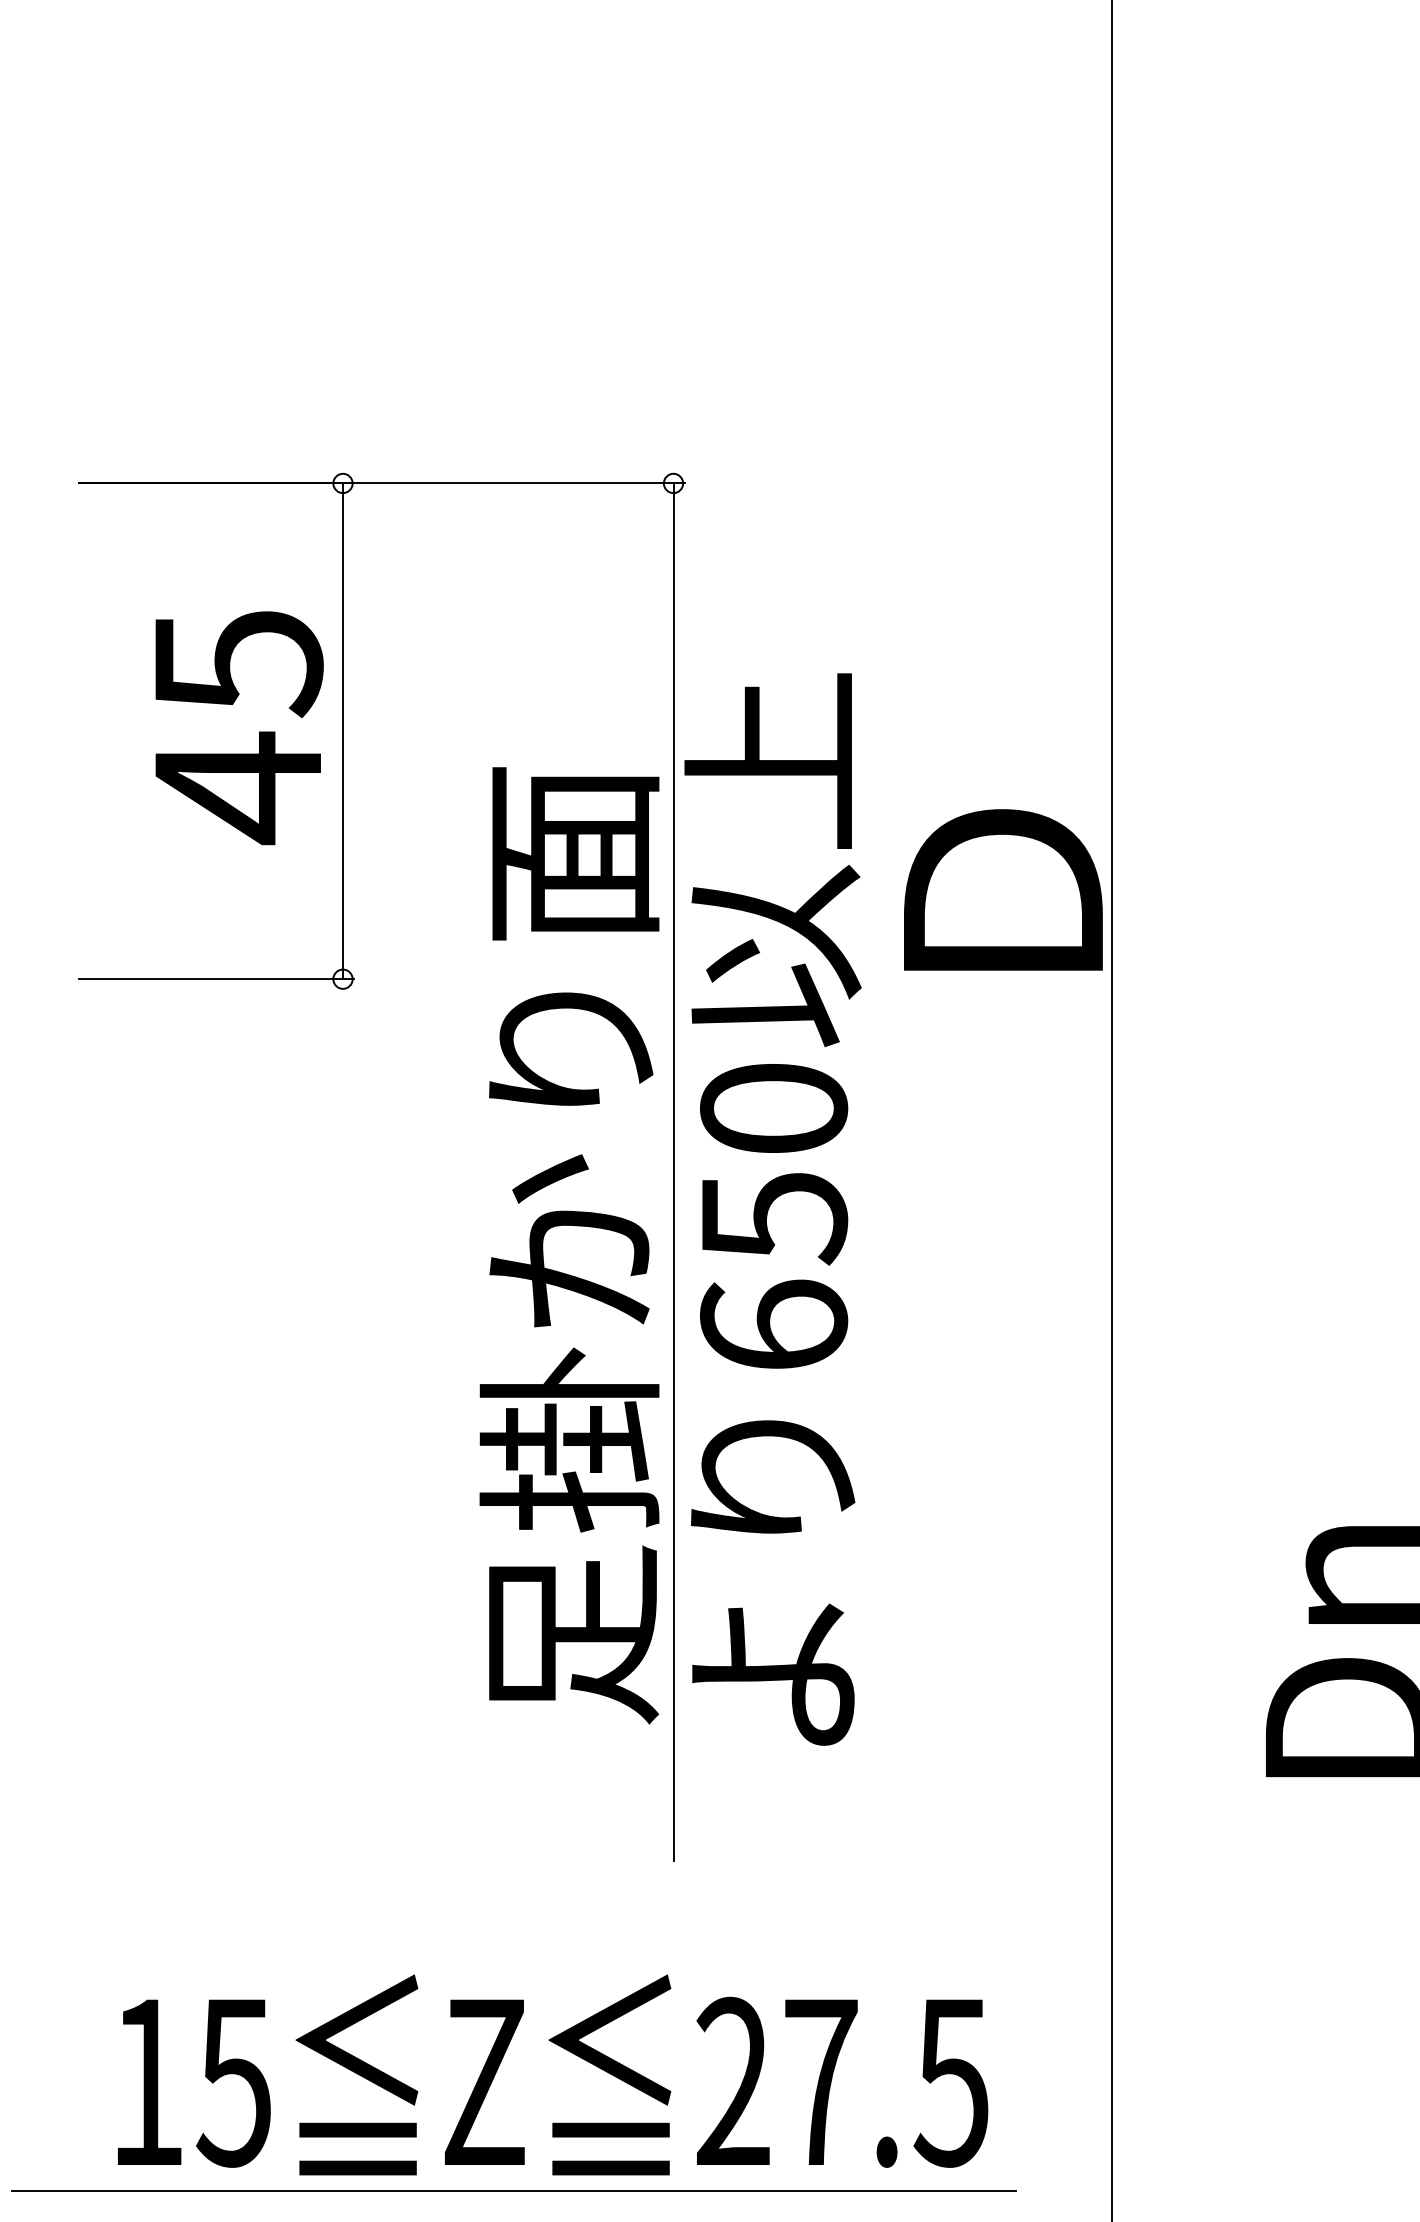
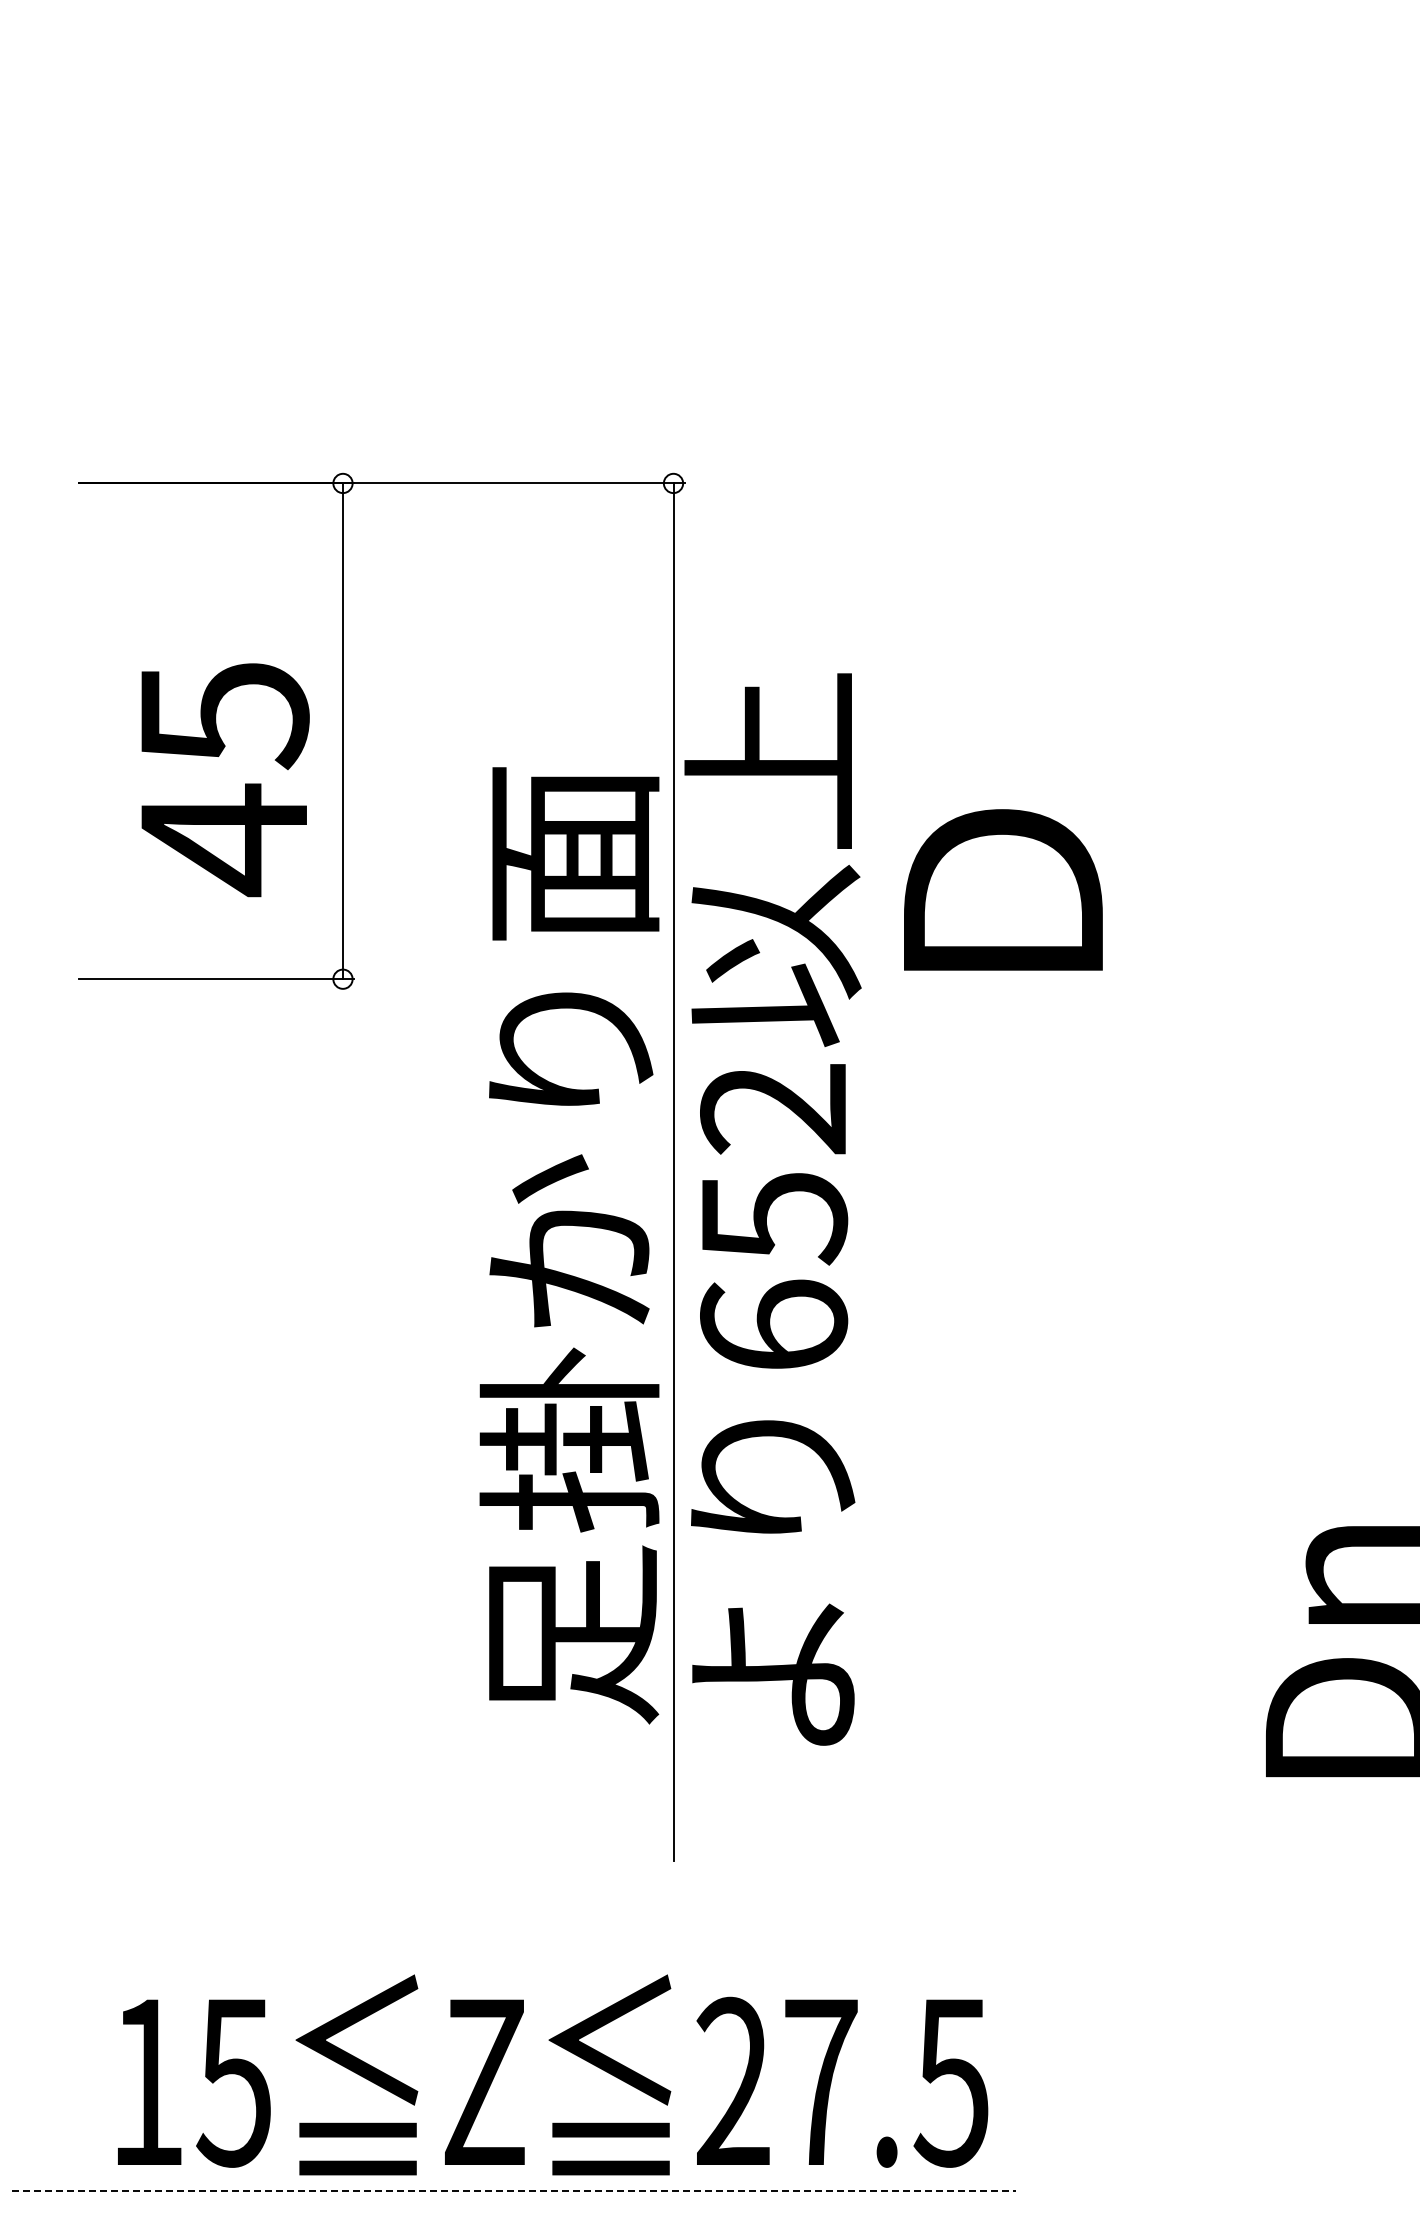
text at (239, 728) position: (239, 728) -> (225, 780)
text at (774, 1109): 650 -> 652
line at (1111, 1110): present -> none
line at (514, 2191): solid -> dashed
